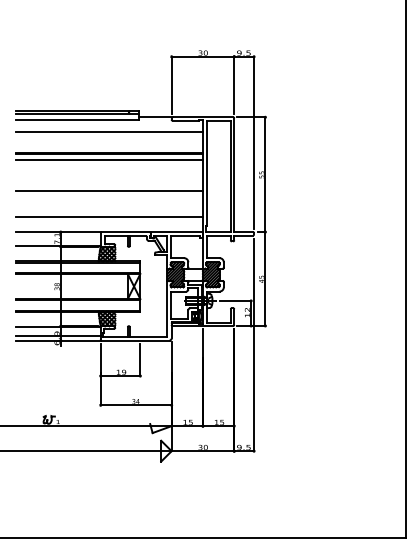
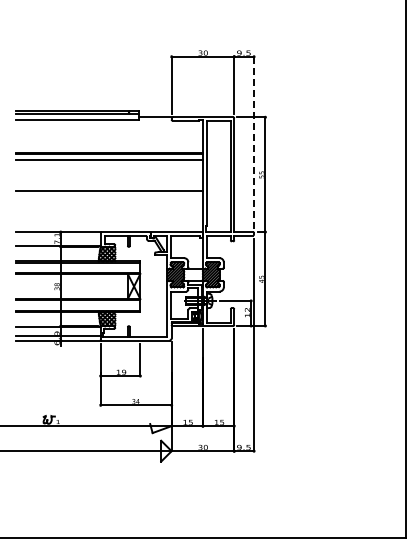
line at (108, 131): present -> none
line at (254, 142): solid -> dashed
line at (108, 217): present -> none
